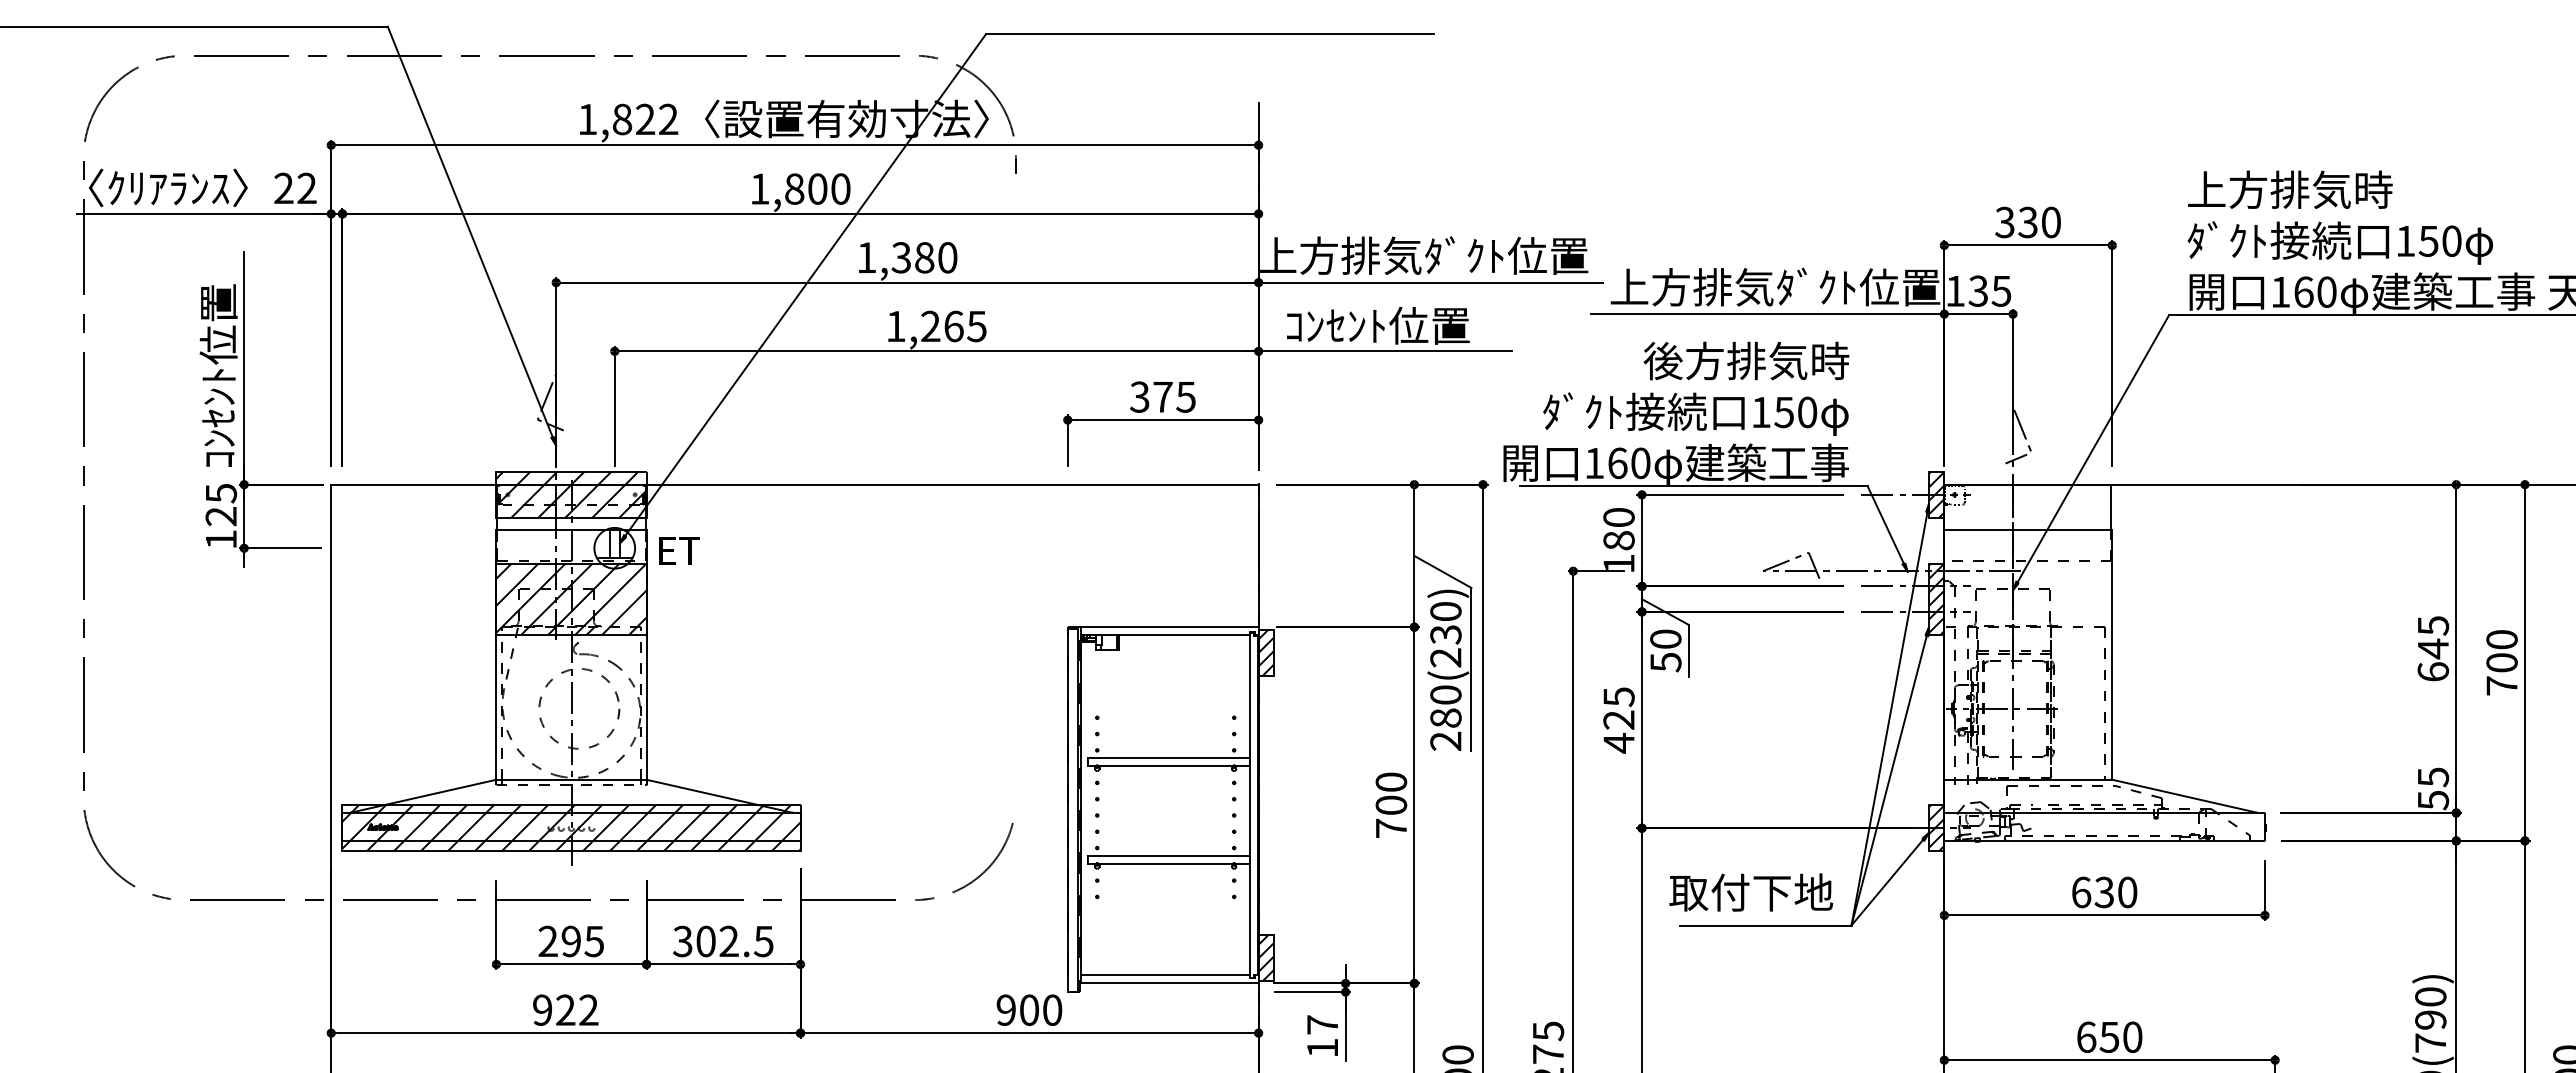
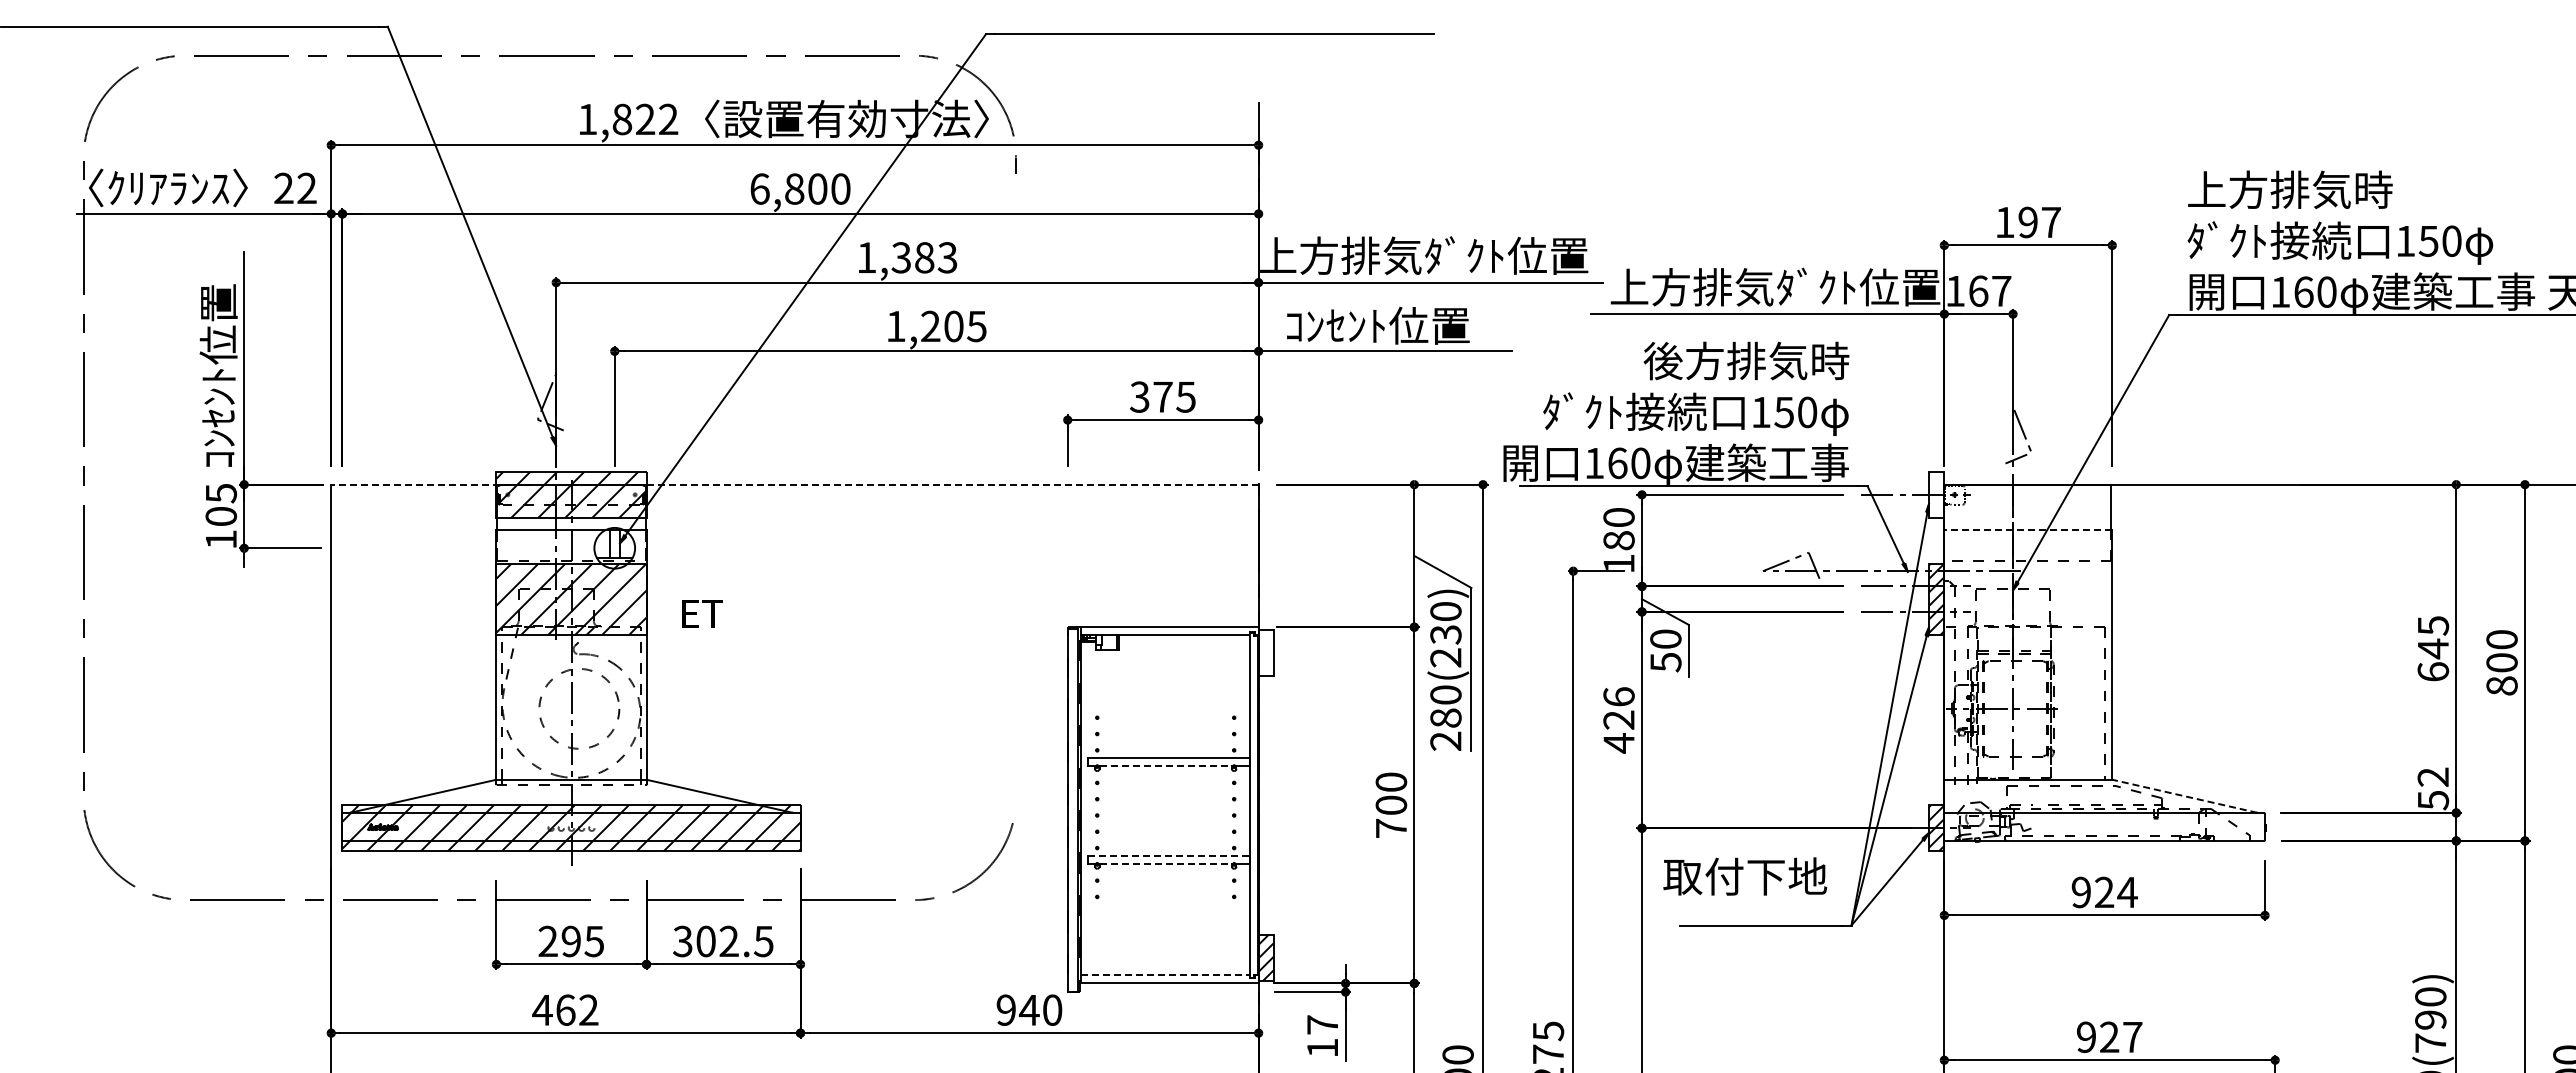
text at (759, 188): 1,800 -> 6,800
text at (2027, 222): 330 -> 197
text at (947, 257): 1,380 -> 1,383
text at (1989, 290): 135 -> 167
text at (953, 326): 1,265 -> 1,205
line at (794, 484): solid -> dashed
hatch at (1936, 494): present -> none
text at (221, 516): 125 -> 105
line at (2028, 530): solid -> dashed
text at (679, 550) position: (679, 550) -> (702, 613)
hatch at (1265, 652): present -> none
text at (2501, 685): 700 -> 800
text at (1618, 697): 425 -> 426
line at (1166, 766): solid -> dashed
text at (2433, 777): 55 -> 52
line at (2184, 796): solid -> dashed
line at (1169, 855): solid -> dashed
line at (1166, 863): solid -> dashed
text at (1751, 892) position: (1751, 892) -> (1745, 876)
text at (2104, 892): 630 -> 924
line at (1165, 975): solid -> dashed
text at (553, 1009): 922 -> 462
text at (1028, 1009): 900 -> 940
text at (2109, 1037): 650 -> 927
